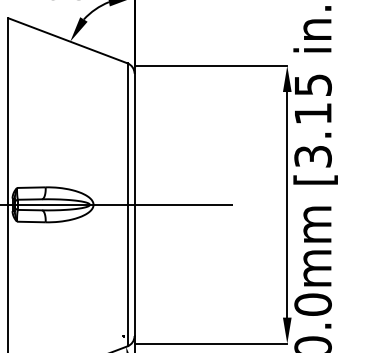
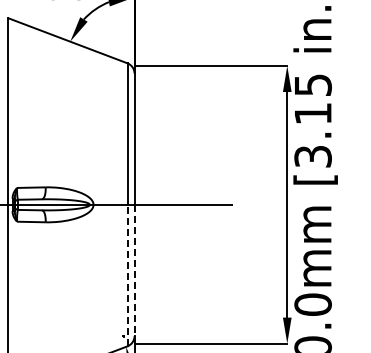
line at (134, 270): solid -> dashed
line at (127, 275): solid -> dashed
